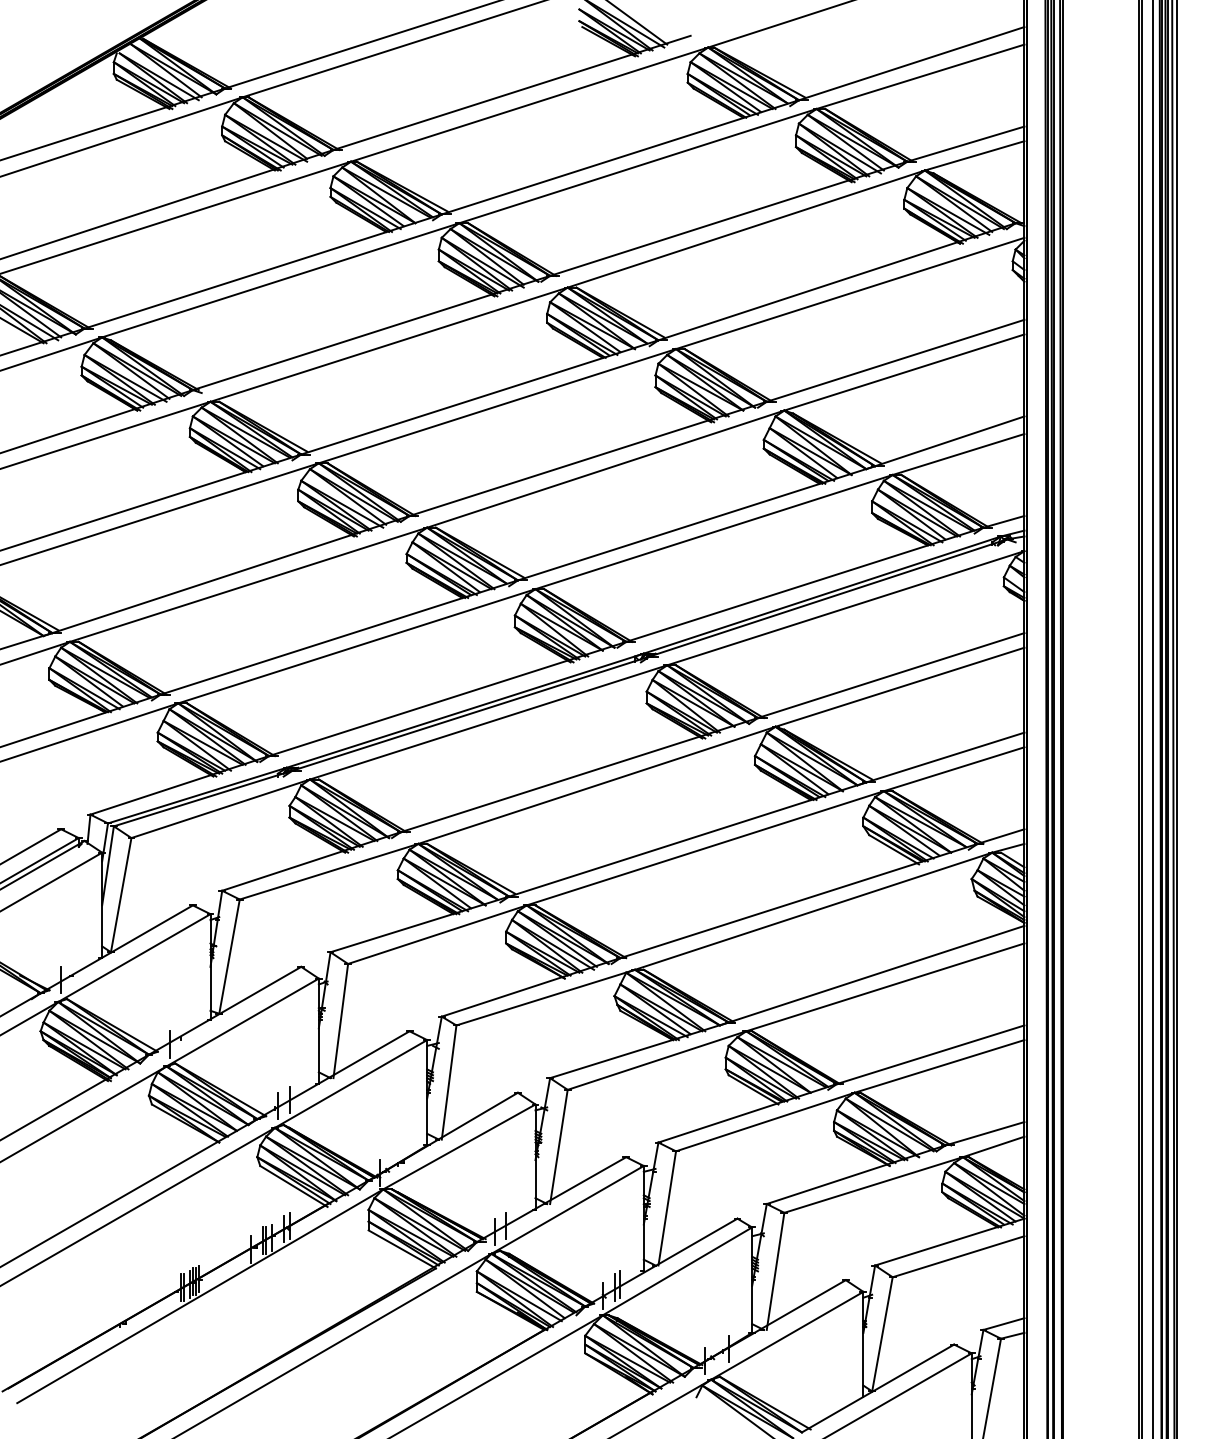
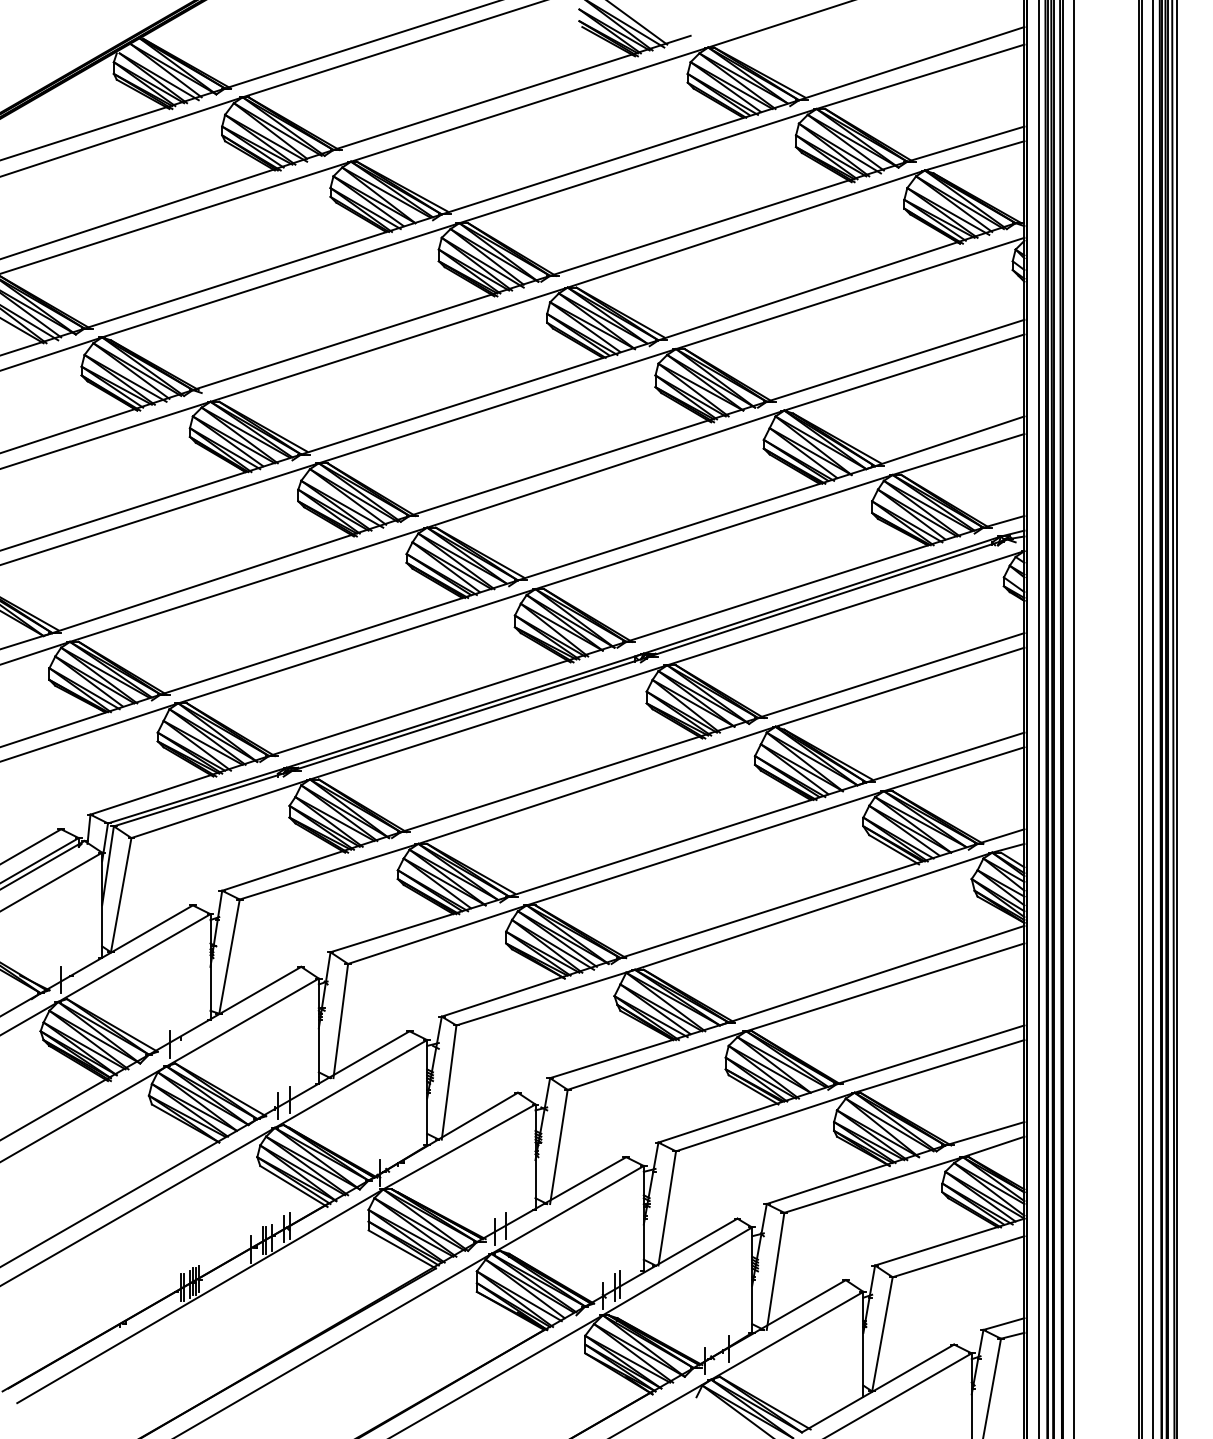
line at (1039, 718): none -> present
line at (1074, 718): none -> present
